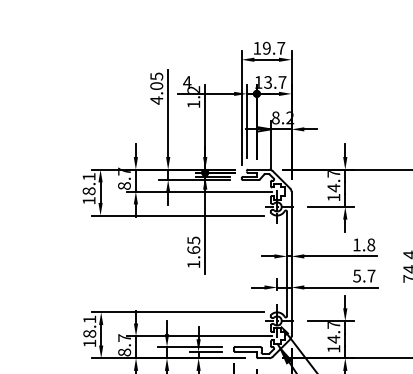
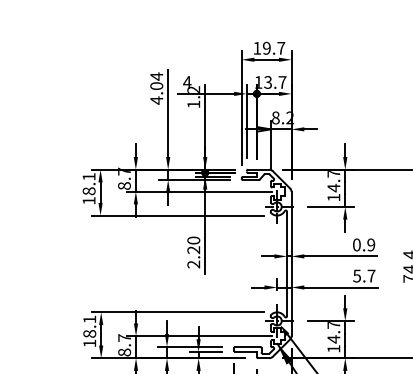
text at (156, 76): 4.05 -> 4.04
text at (364, 244): 1.8 -> 0.9
text at (193, 252): 1.65 -> 2.20
